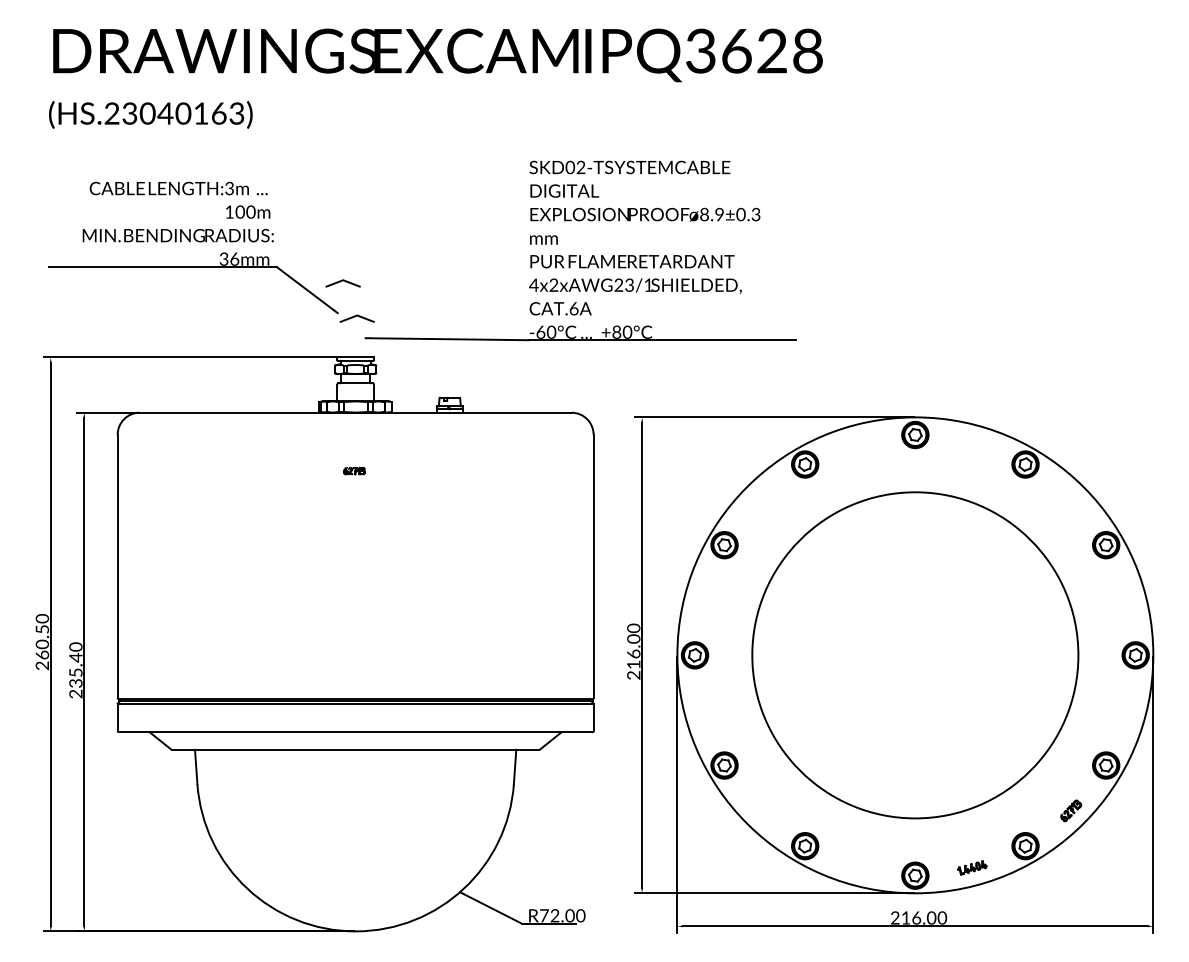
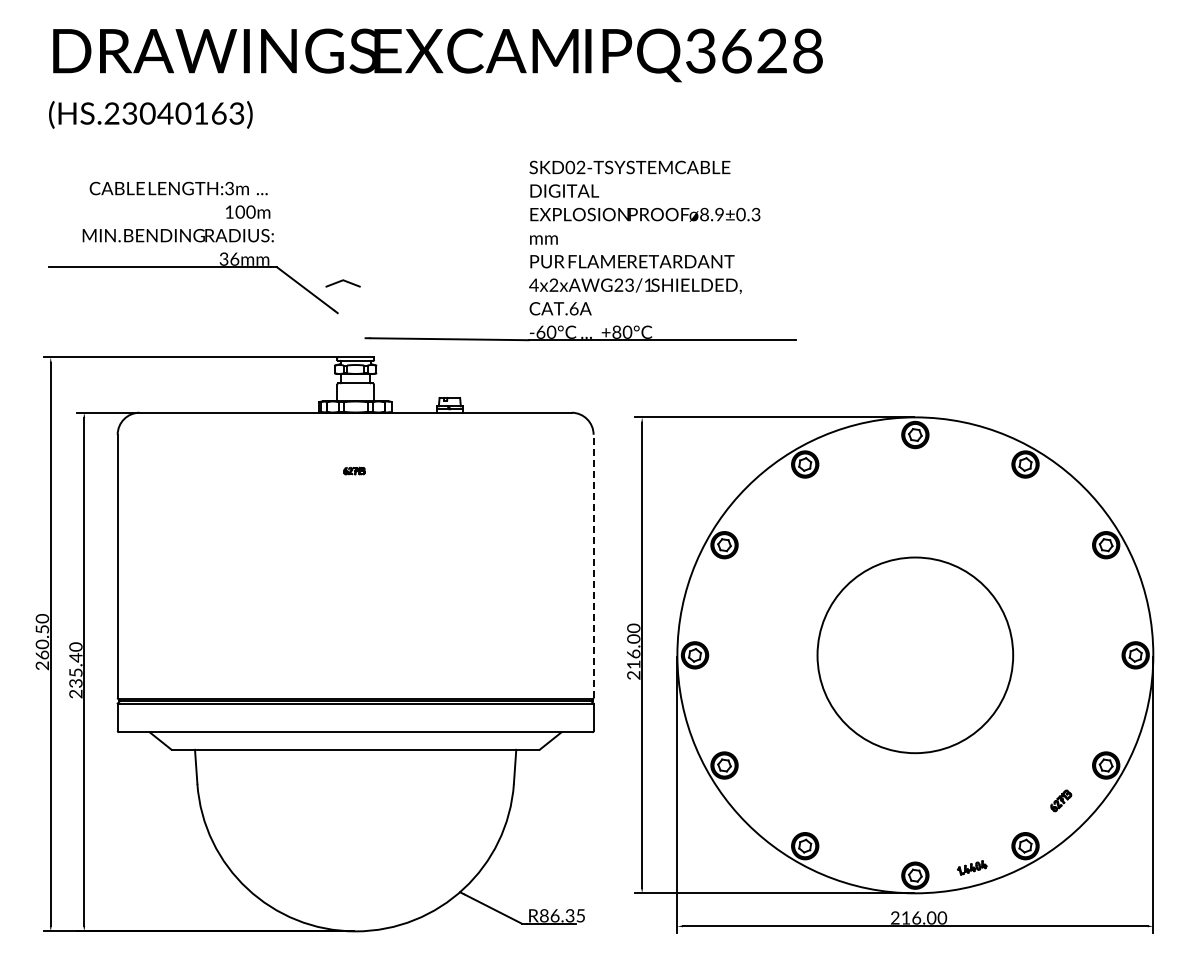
line at (355, 317): present -> none
line at (593, 566): solid -> dashed
circle at (915, 655) diameter: 326 px -> 196 px
part at (1071, 810) position: (1071, 810) -> (1061, 800)
text at (562, 915): R72.00 -> R86.35
